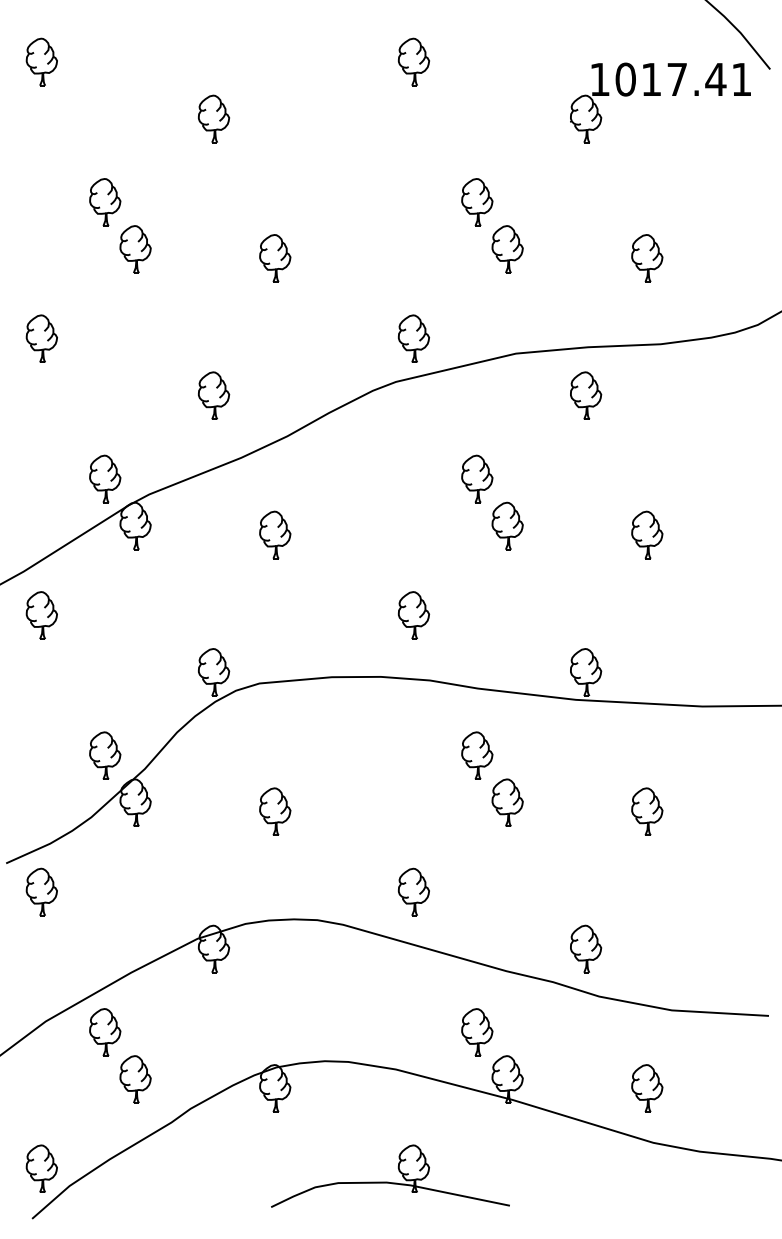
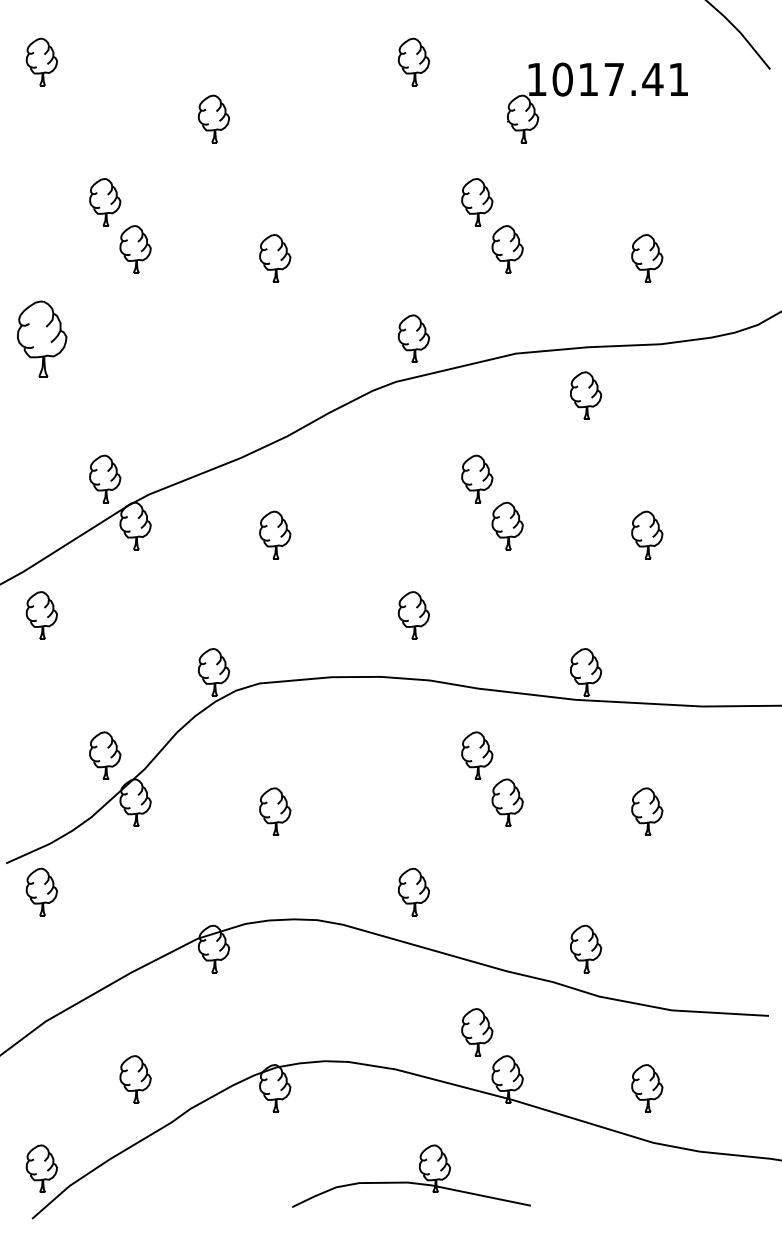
part at (660, 95) position: (660, 95) -> (597, 95)
part at (41, 338) size: 33x49 px -> 51x78 px
part at (214, 395): present -> none
part at (105, 1032): present -> none
part at (388, 1181) position: (388, 1181) -> (409, 1181)
